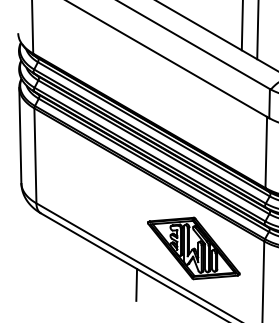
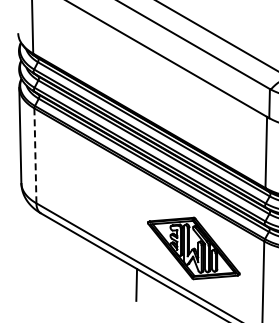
line at (241, 26): present -> none
line at (257, 30): present -> none
line at (35, 155): solid -> dashed
